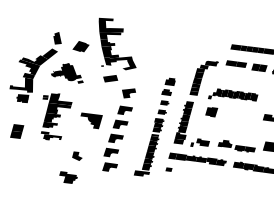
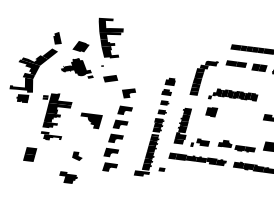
fill at (120, 63): present -> none
part at (67, 73) position: (67, 73) -> (77, 68)
fill at (188, 104): present -> none
part at (17, 131) position: (17, 131) -> (30, 154)
part at (168, 169) position: (168, 169) -> (161, 169)
